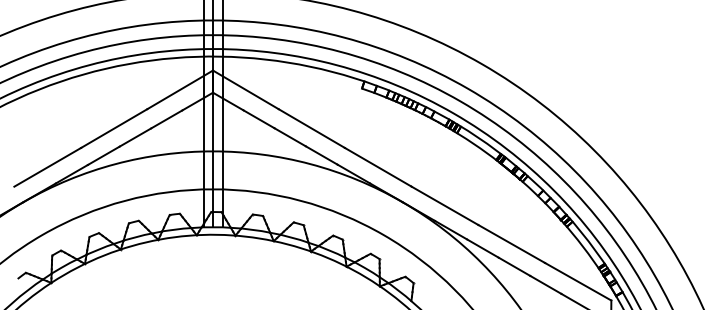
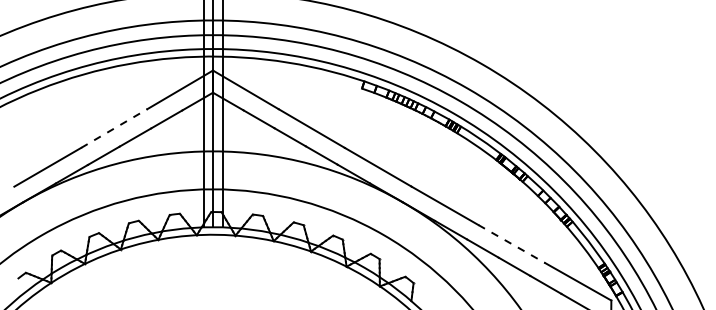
line at (114, 128): solid -> dashed
line at (512, 244): solid -> dashed
